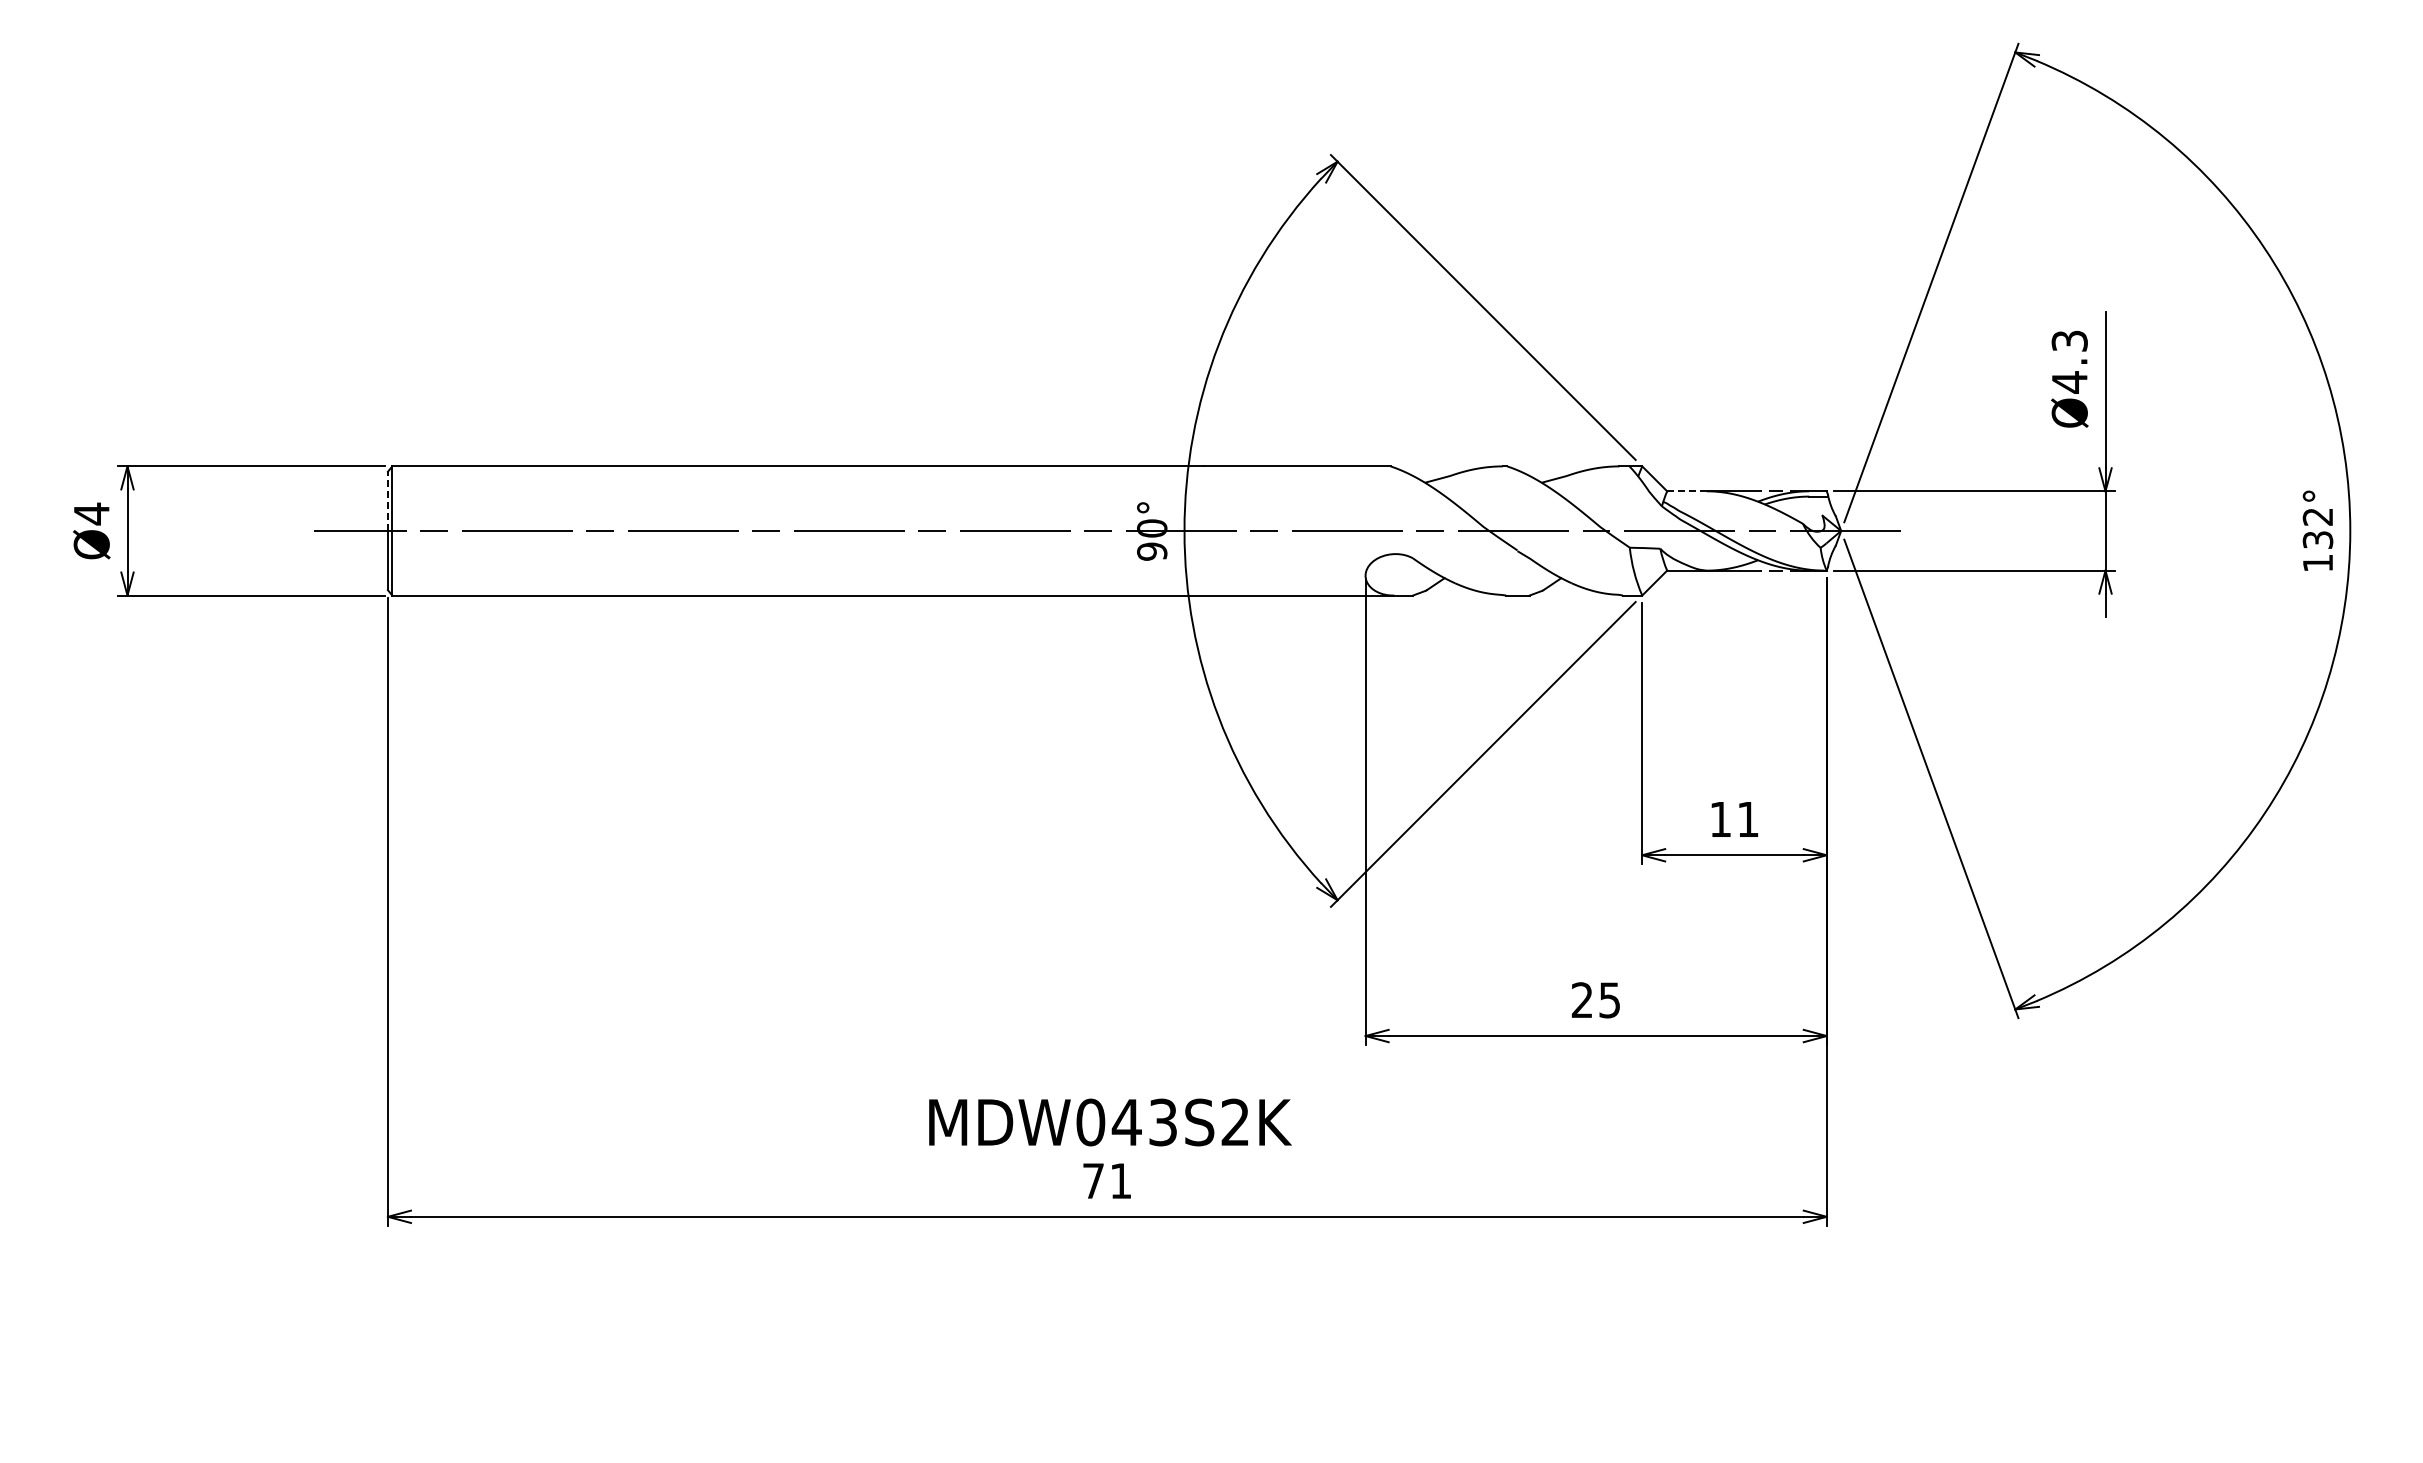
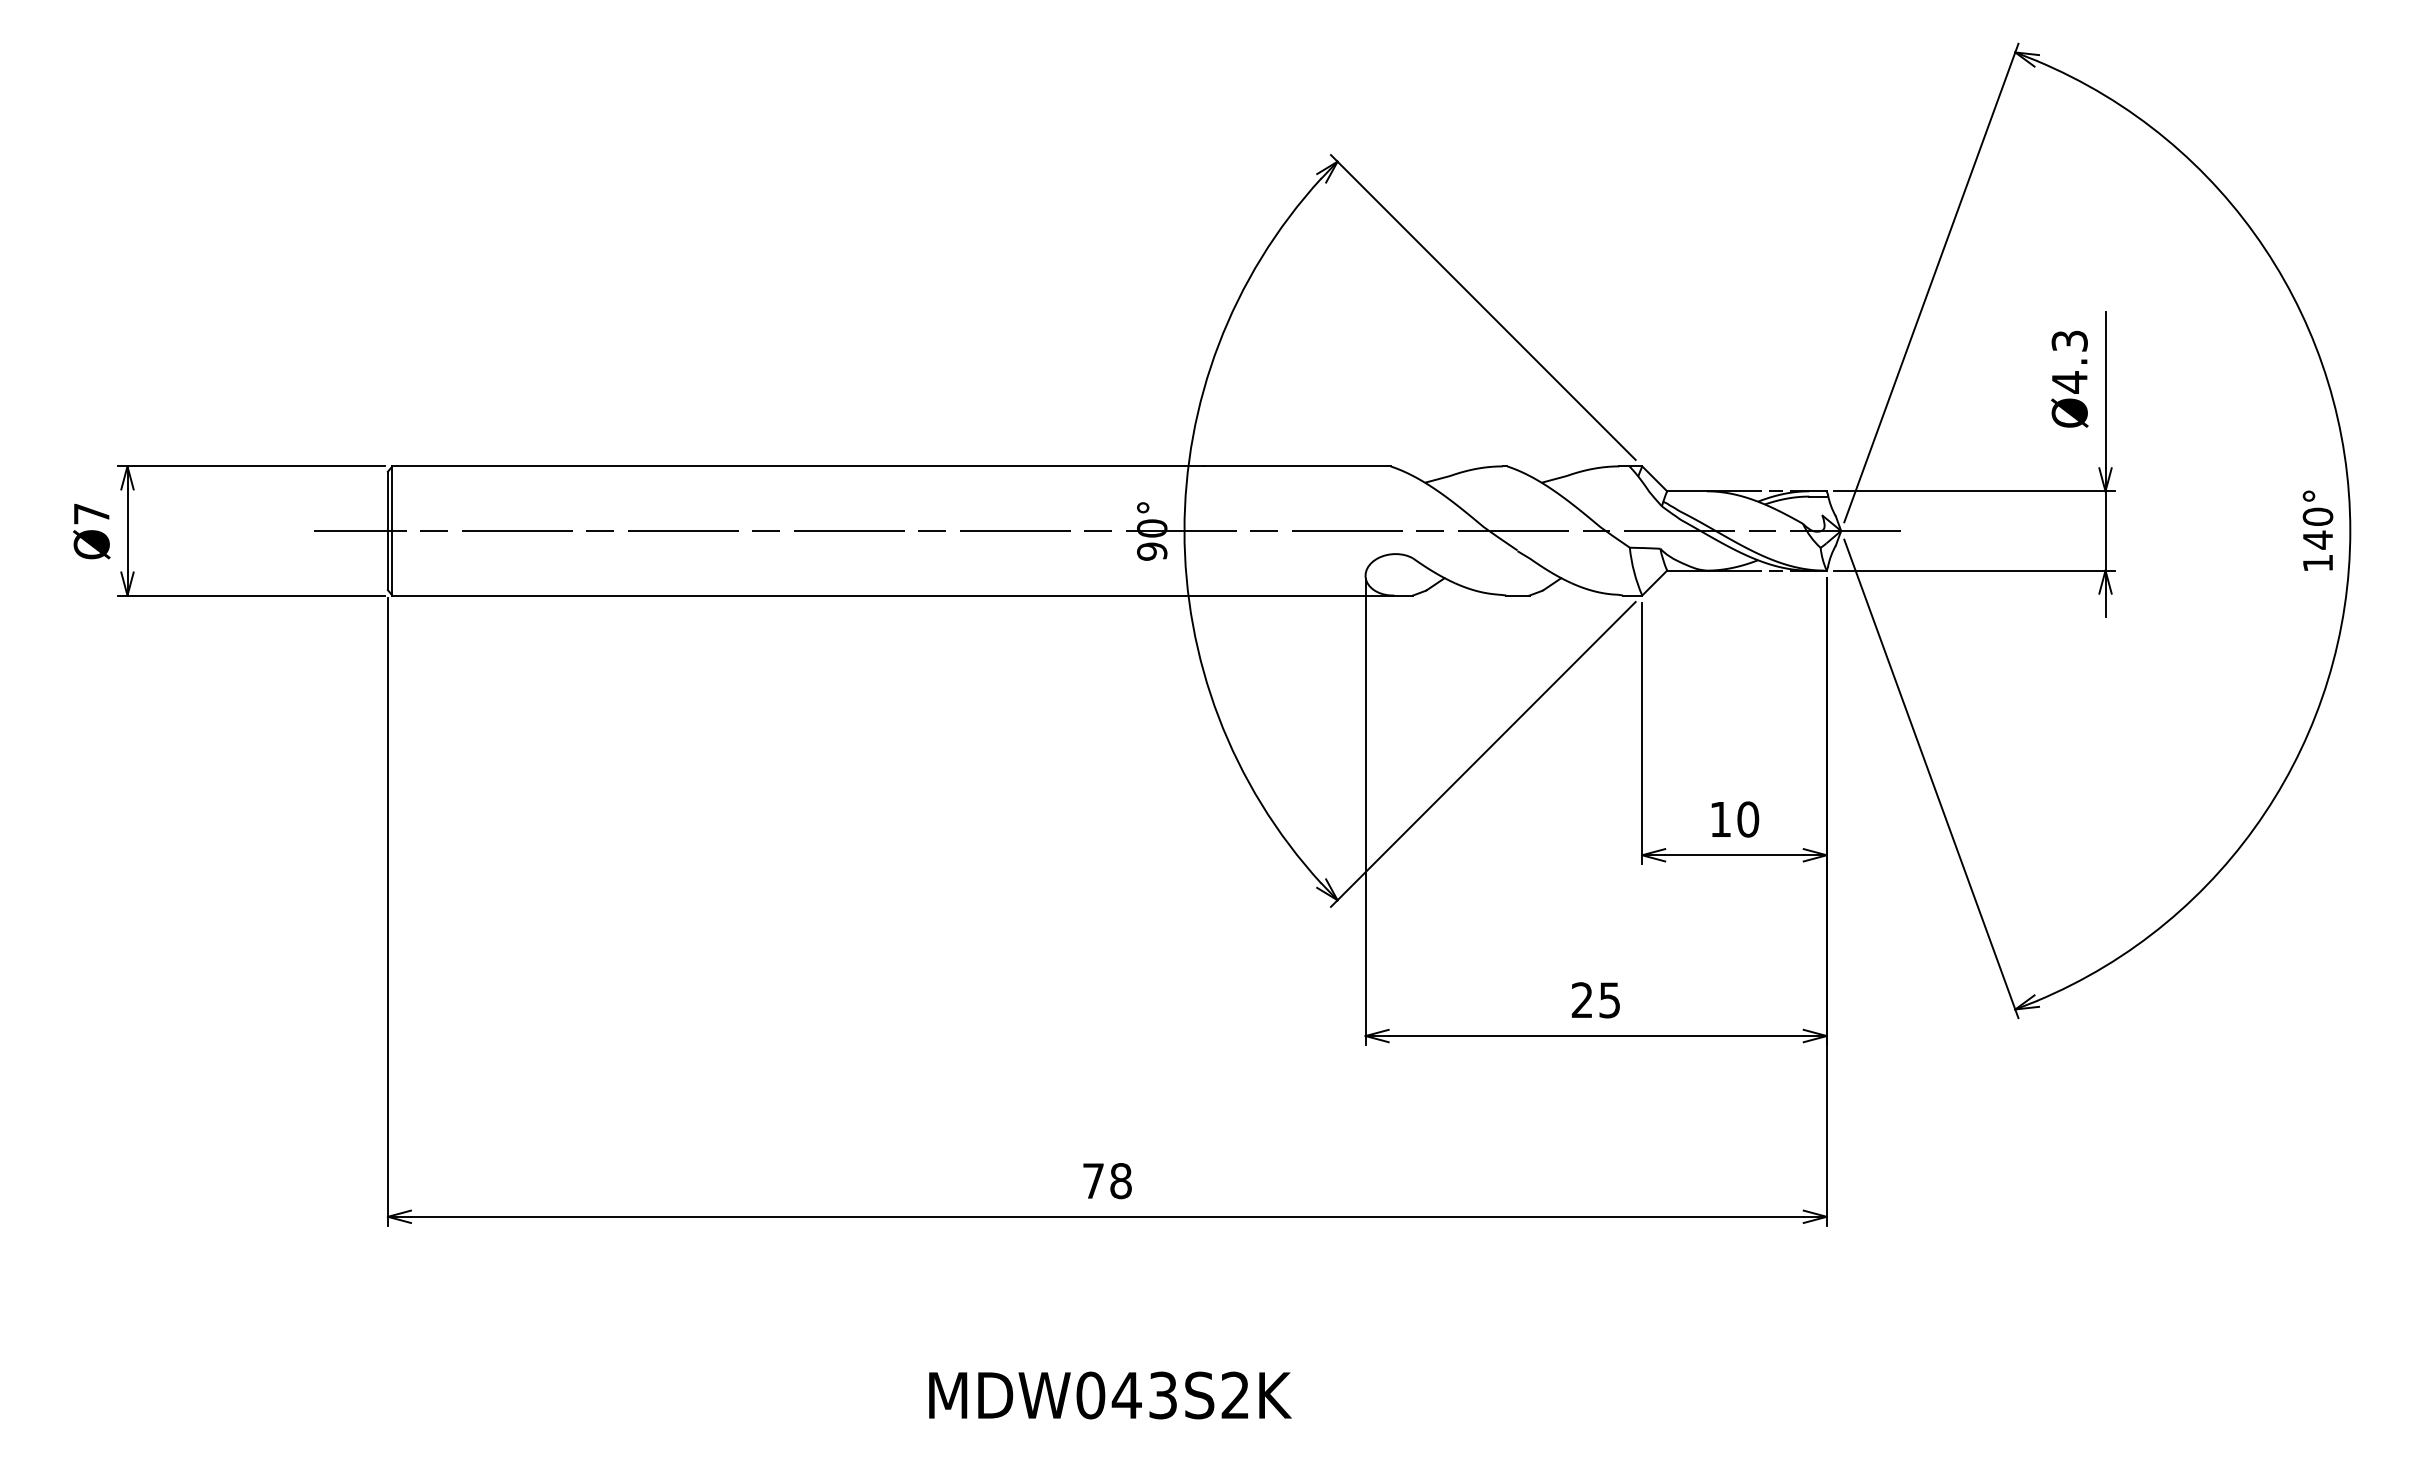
line at (1686, 491): dashed -> solid
line at (387, 501): dashed -> solid
text at (91, 513): Ø4 -> Ø7
text at (2317, 528): 132° -> 140°
text at (1748, 819): 11 -> 10
text at (1110, 1122) position: (1110, 1122) -> (1110, 1395)
text at (1120, 1181): 71 -> 78
